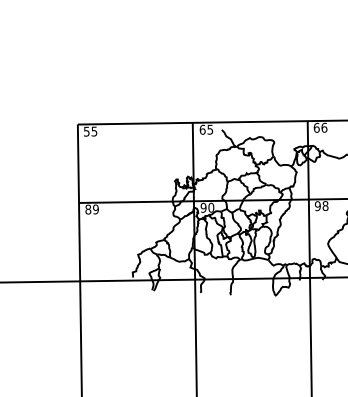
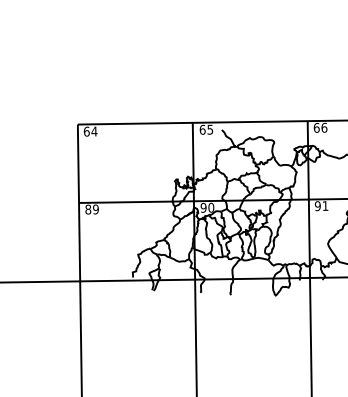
text at (90, 131): 55 -> 64
text at (325, 205): 98 -> 91
